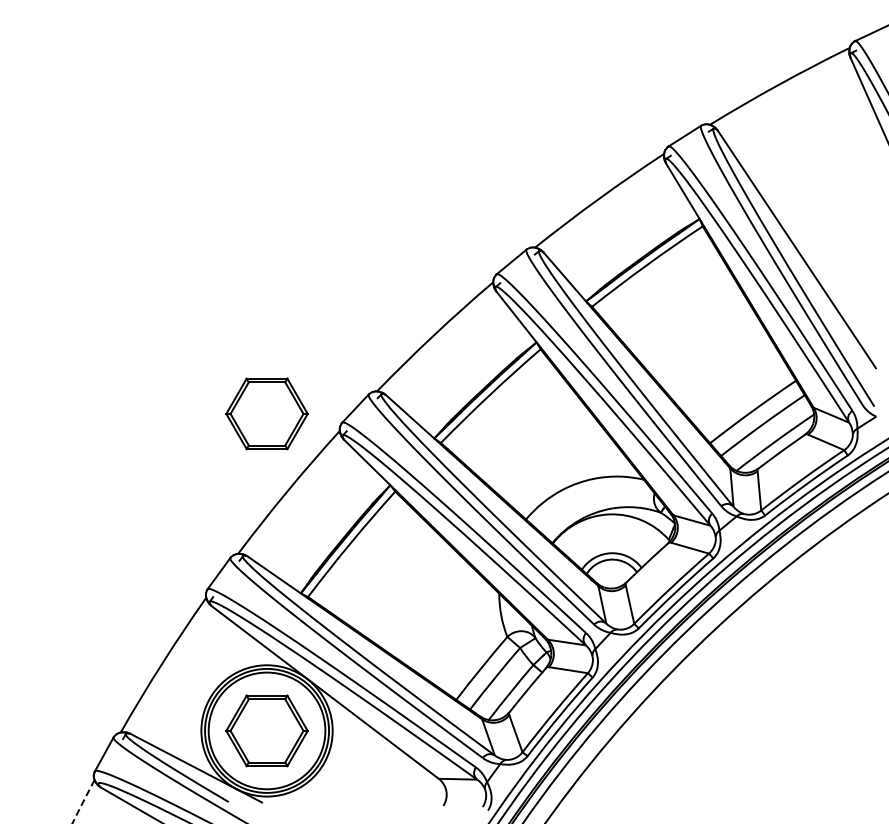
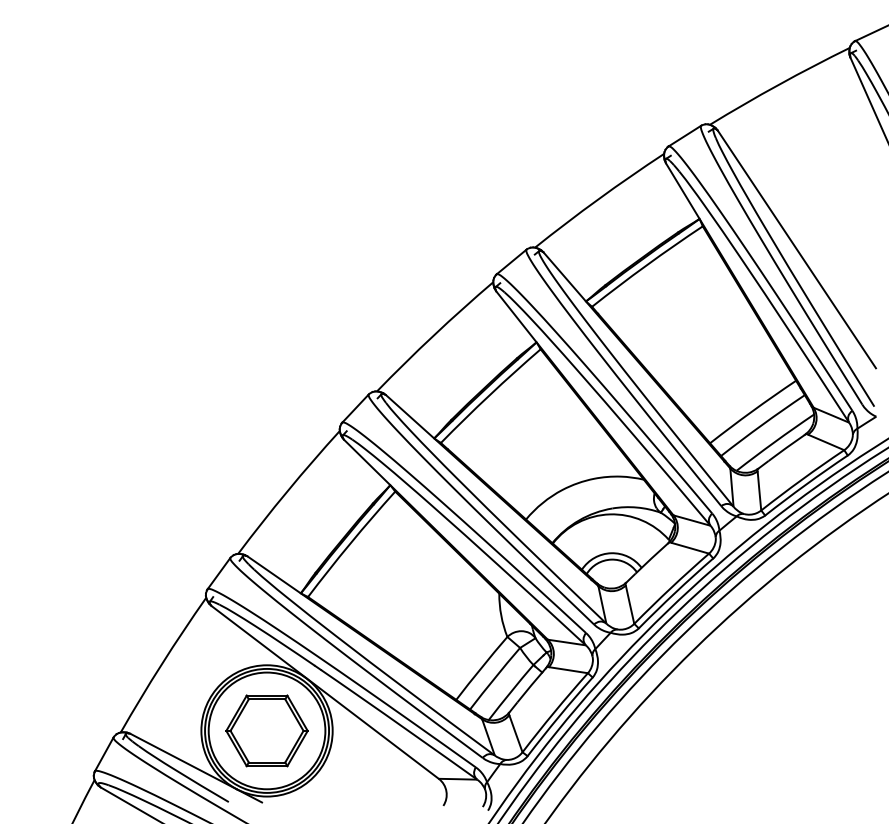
part at (266, 413): present -> none
arc at (83, 802): dashed -> solid
